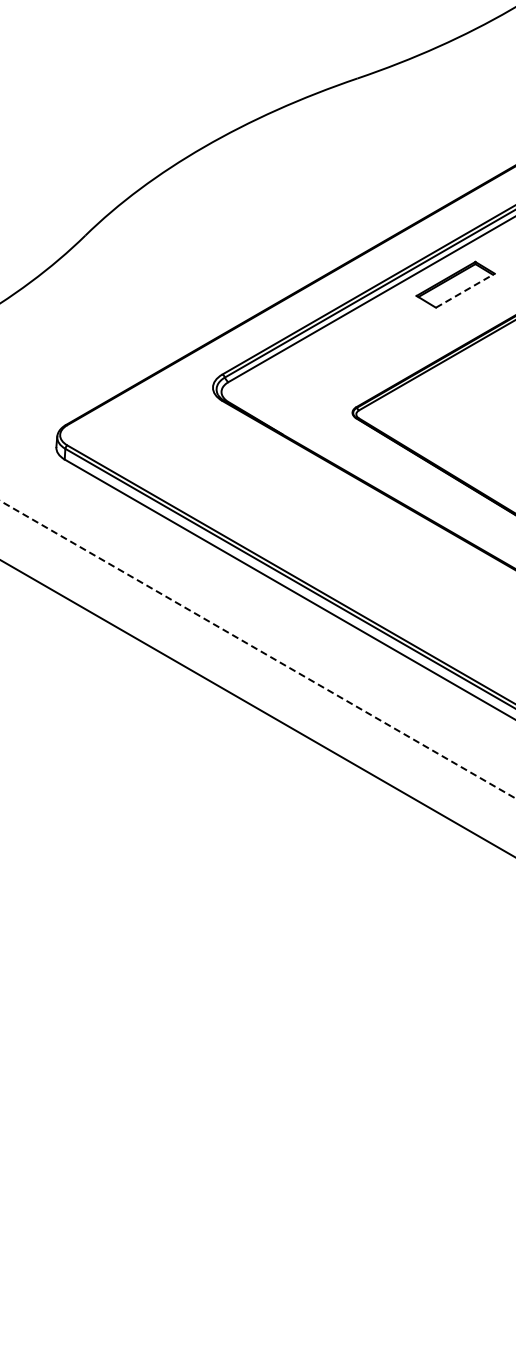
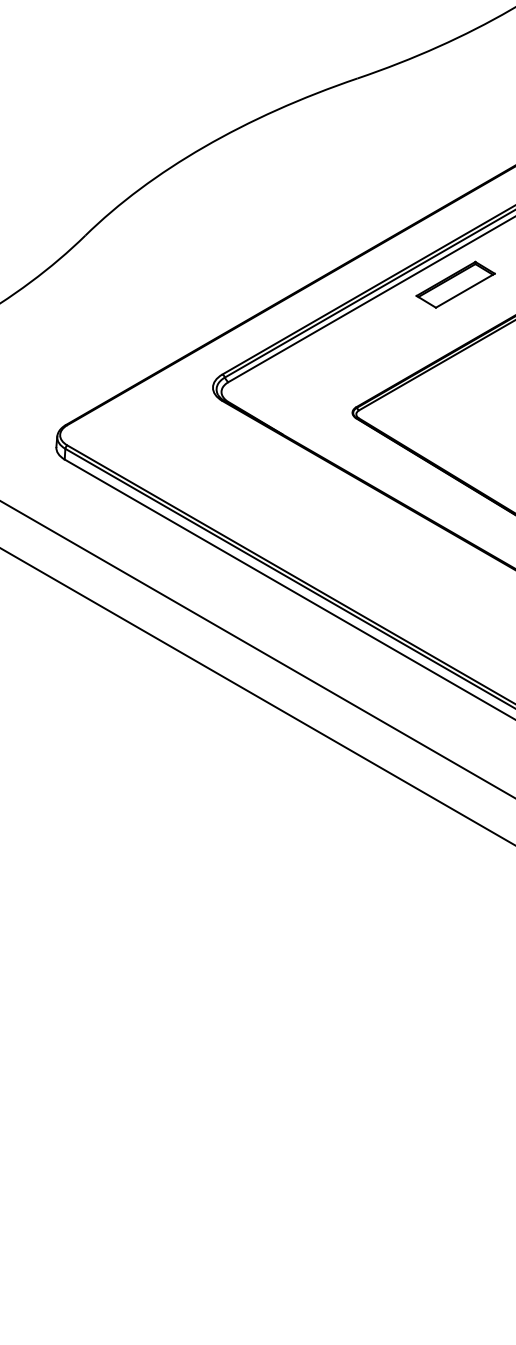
line at (465, 290): dashed -> solid
line at (258, 649): dashed -> solid
line at (257, 708) position: (257, 708) -> (257, 696)
